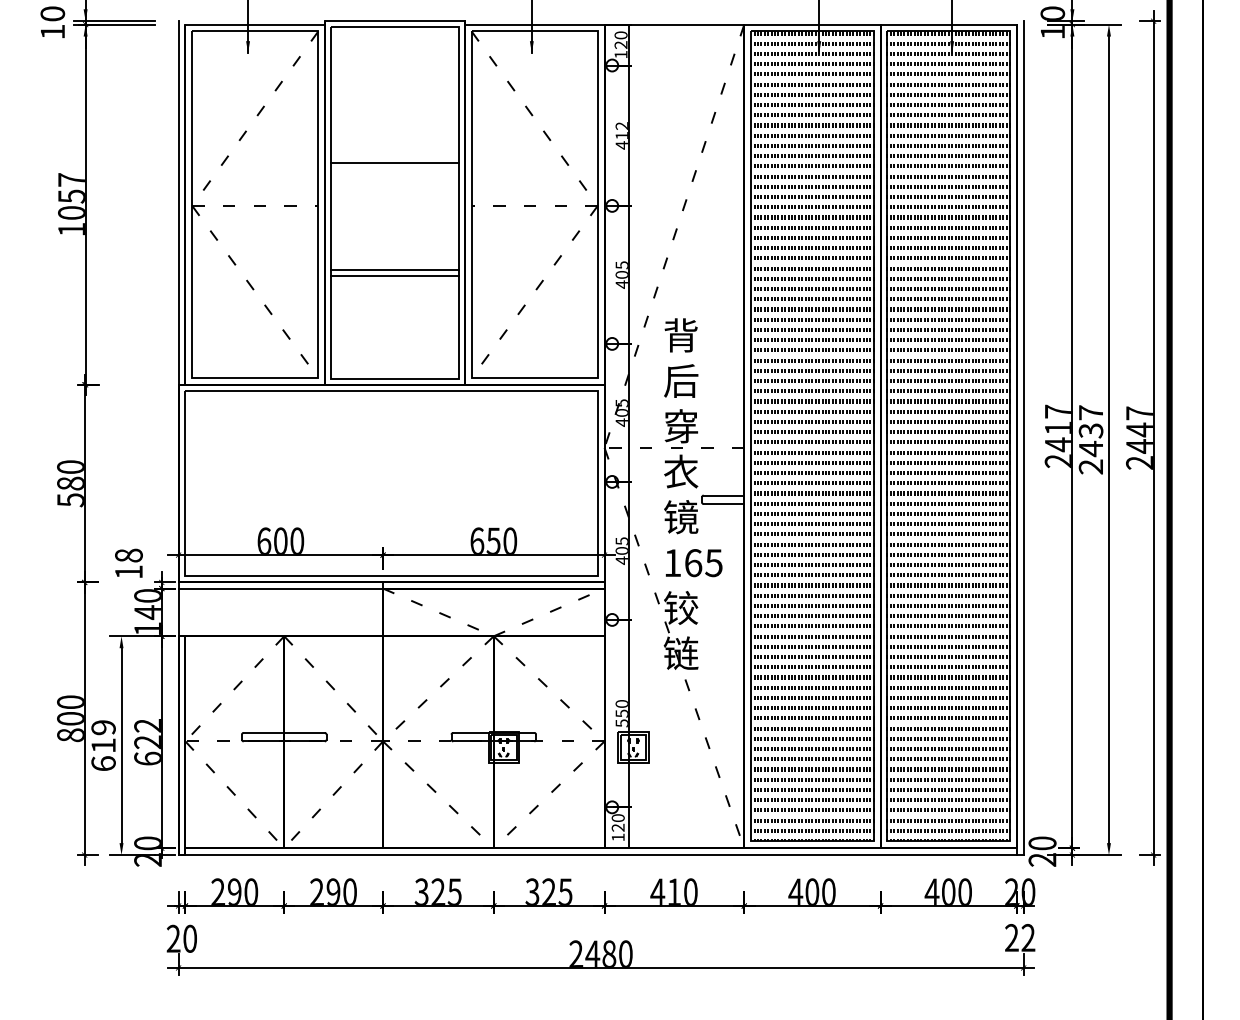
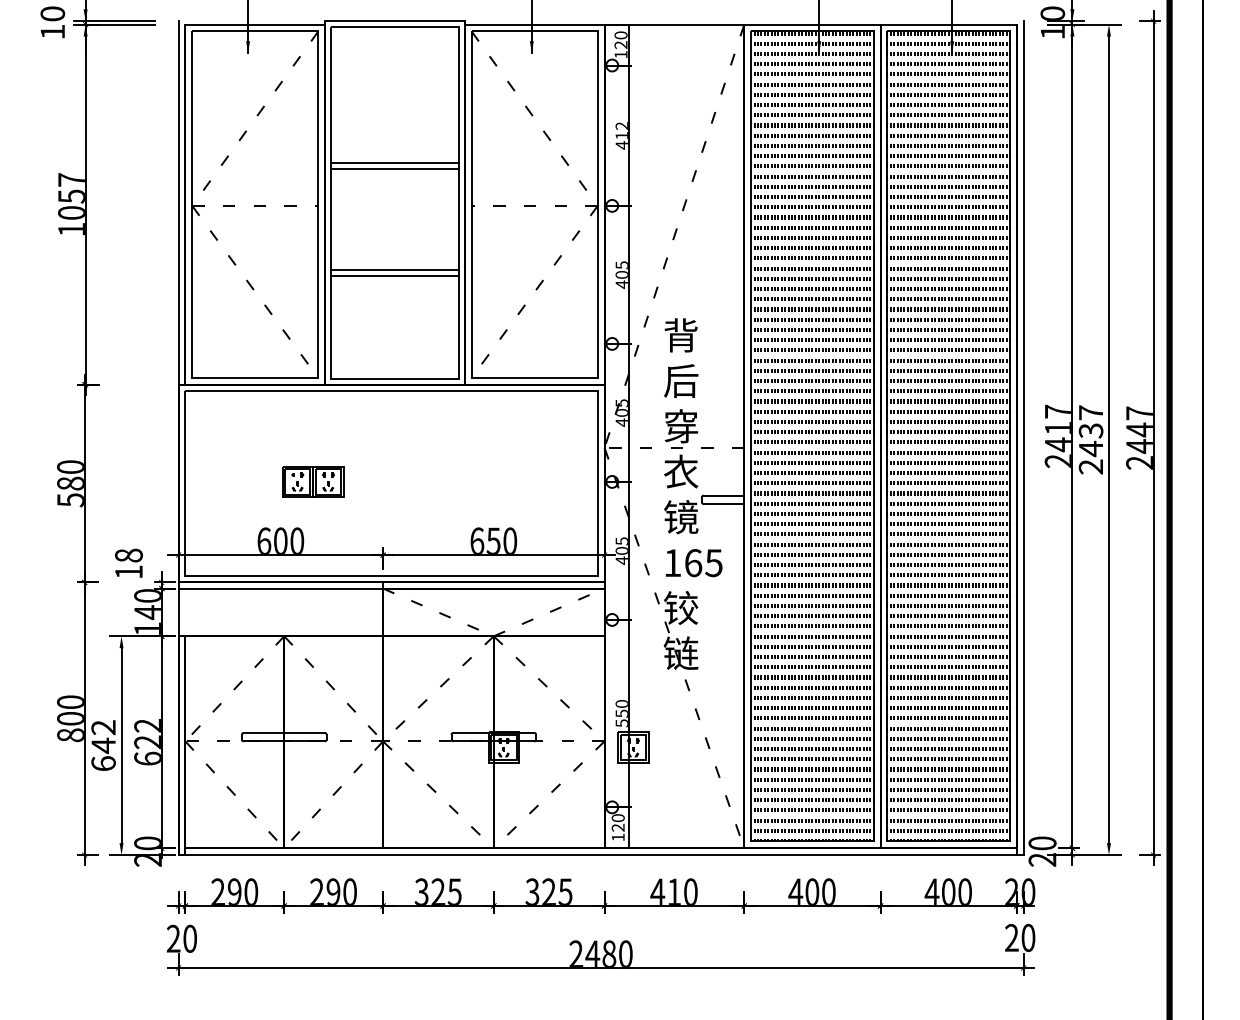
line at (394, 168): none -> present
part at (313, 481): none -> present
text at (103, 736): 619 -> 642
text at (1028, 938): 22 -> 20
